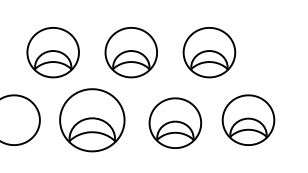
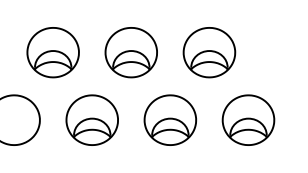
part at (92, 120) size: 67x65 px -> 54x52 px
part at (174, 122) position: (174, 122) -> (169, 119)
